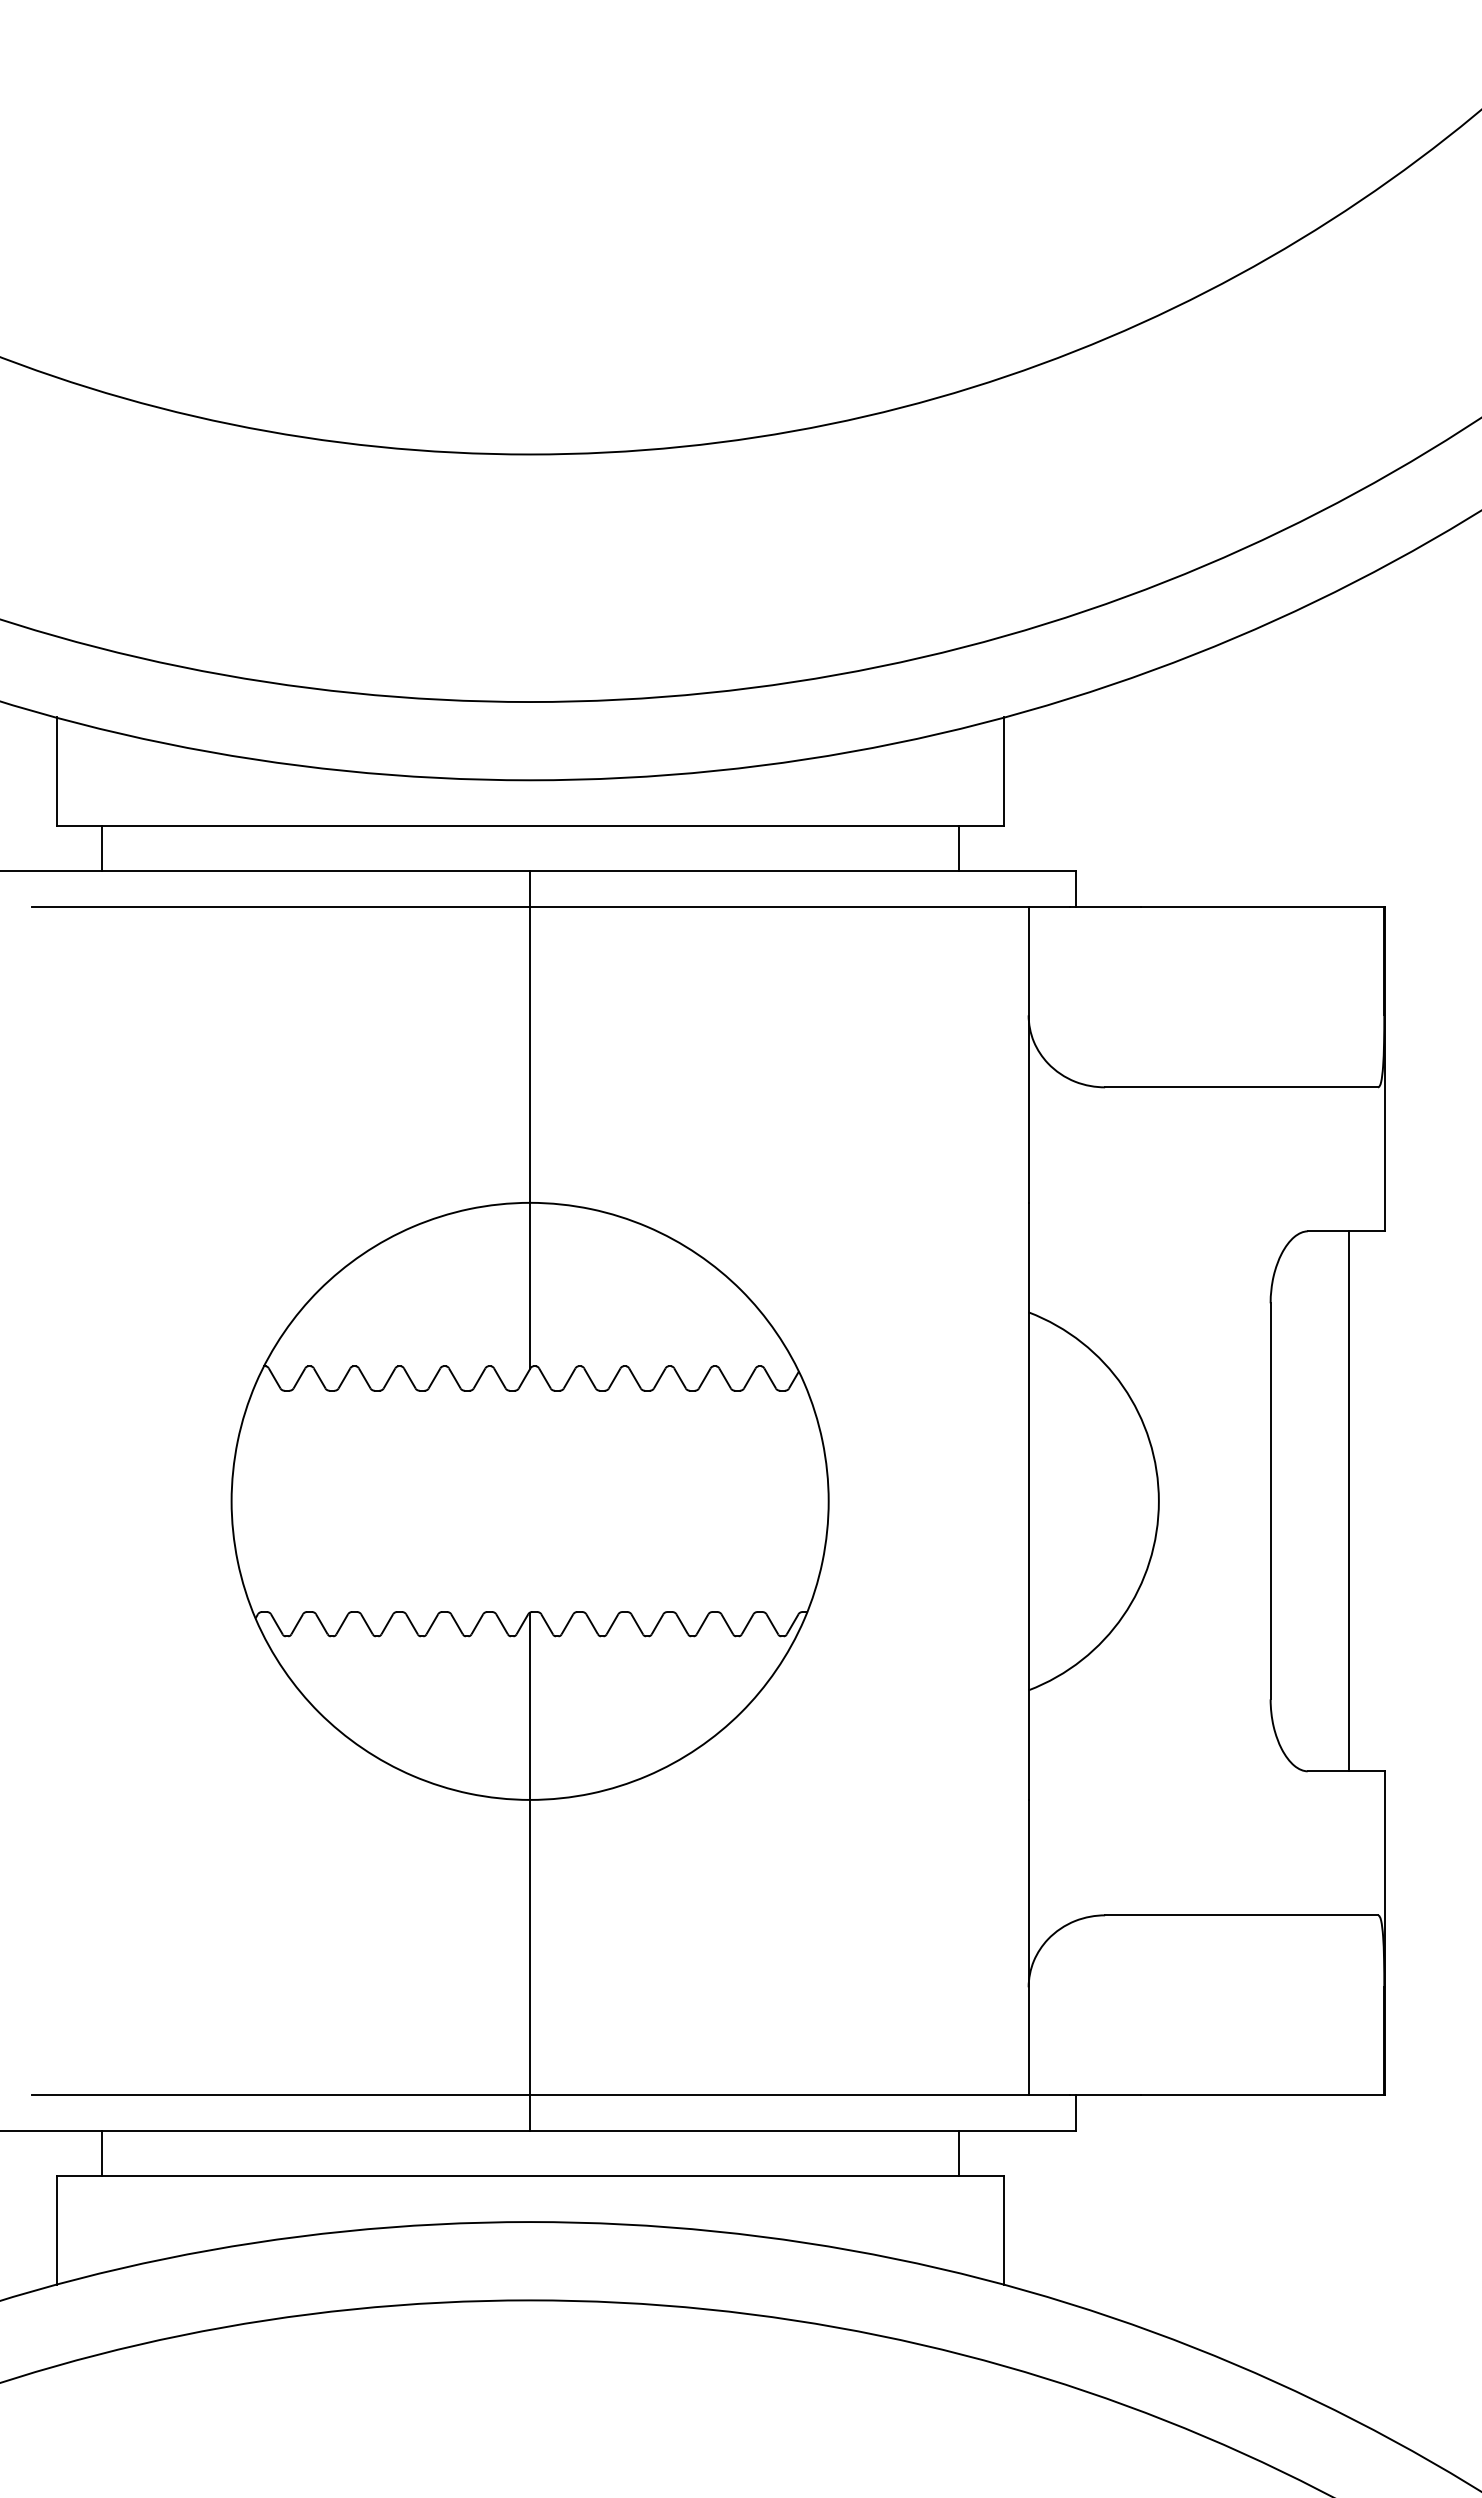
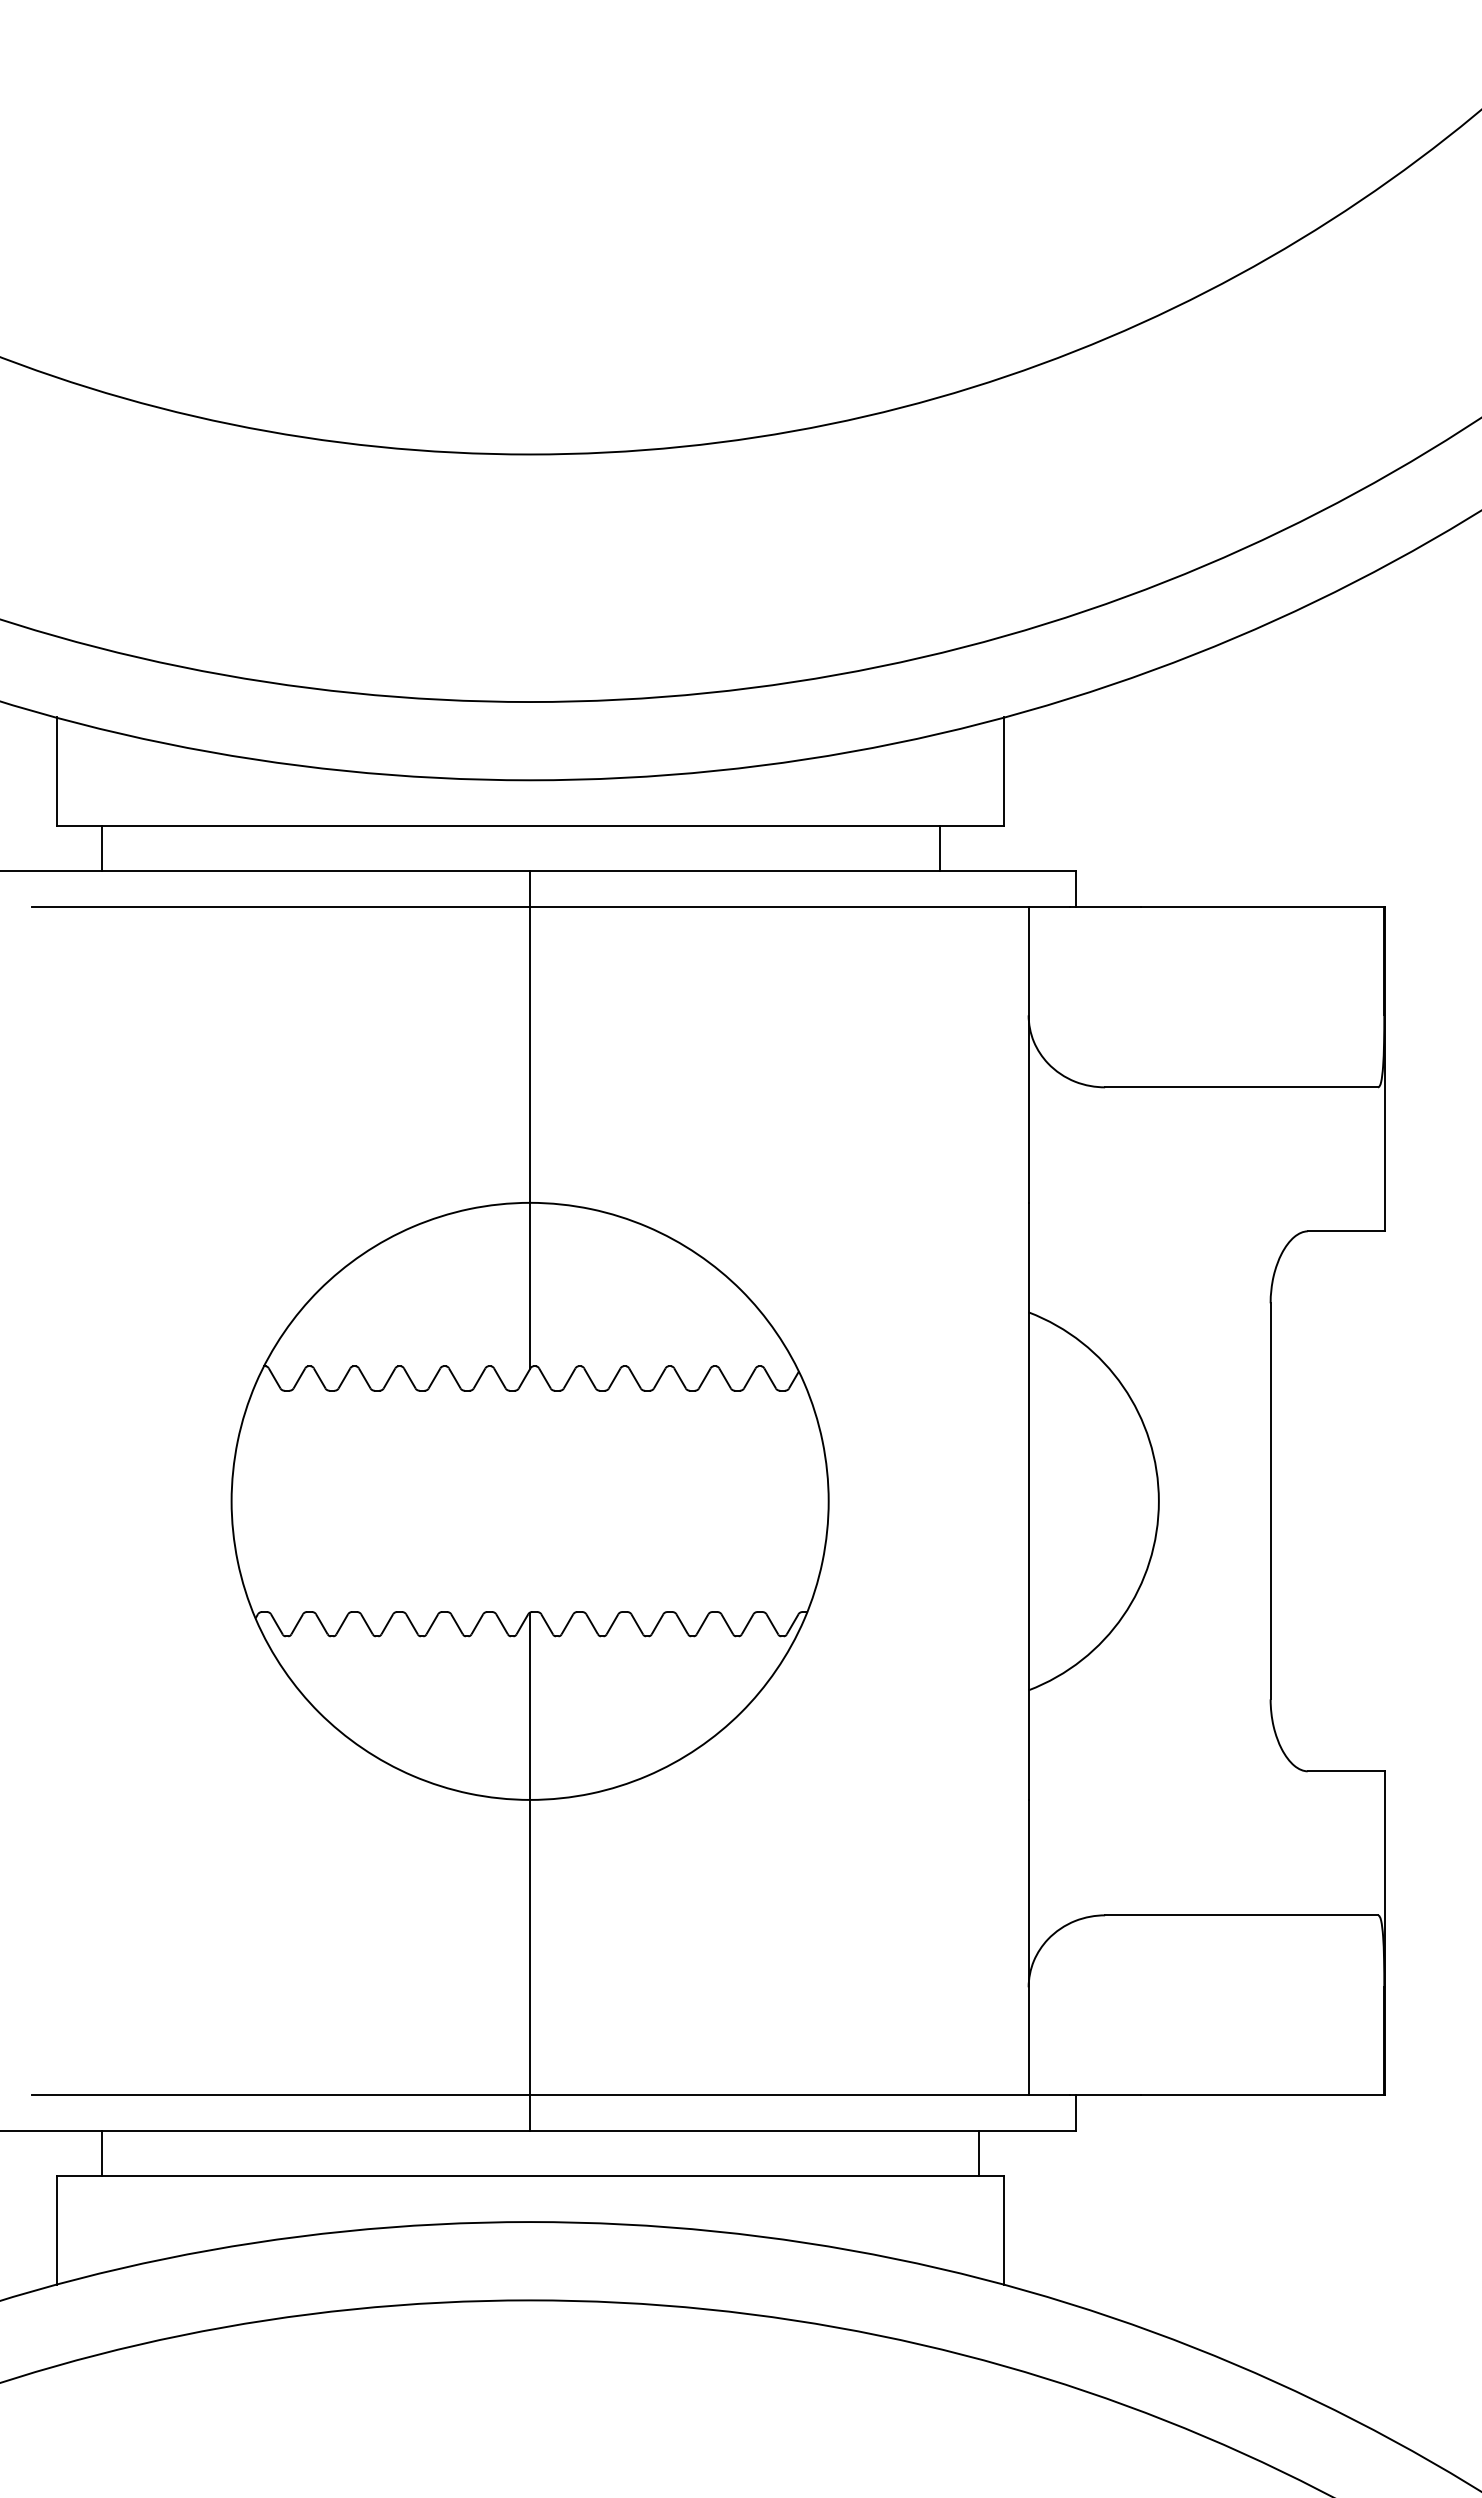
line at (958, 848) position: (958, 848) -> (939, 848)
line at (1349, 1501): present -> none
line at (958, 2153) position: (958, 2153) -> (978, 2153)
